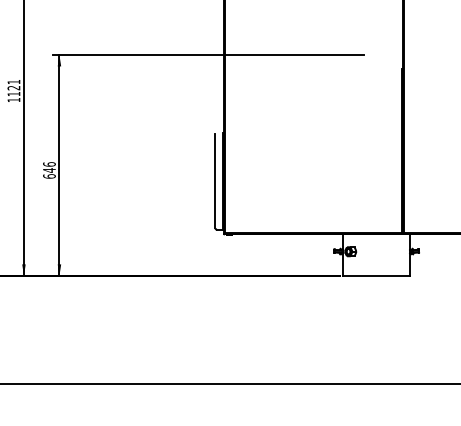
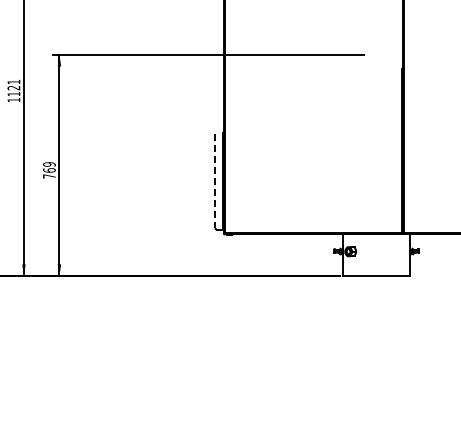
text at (49, 170): 646 -> 769
line at (215, 181): solid -> dashed
line at (229, 384): present -> none
